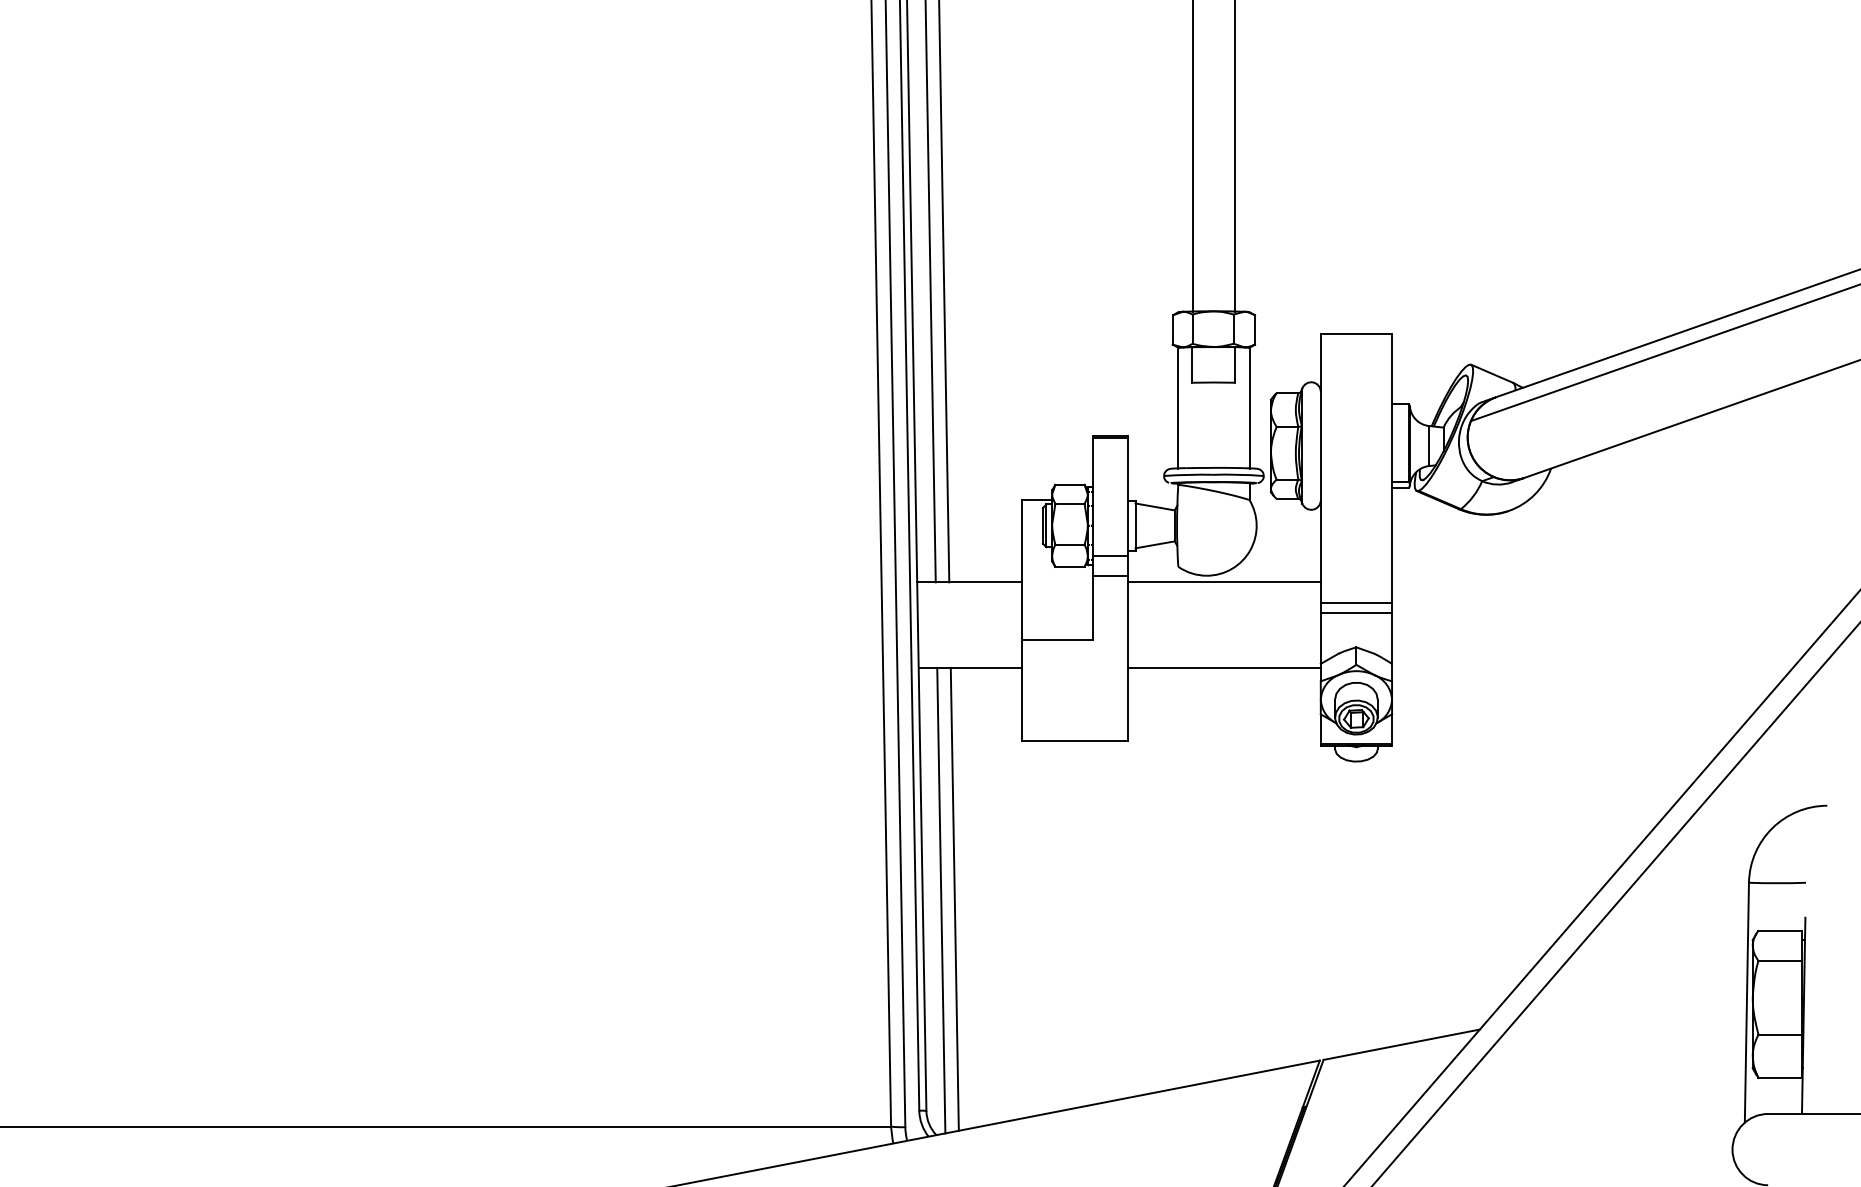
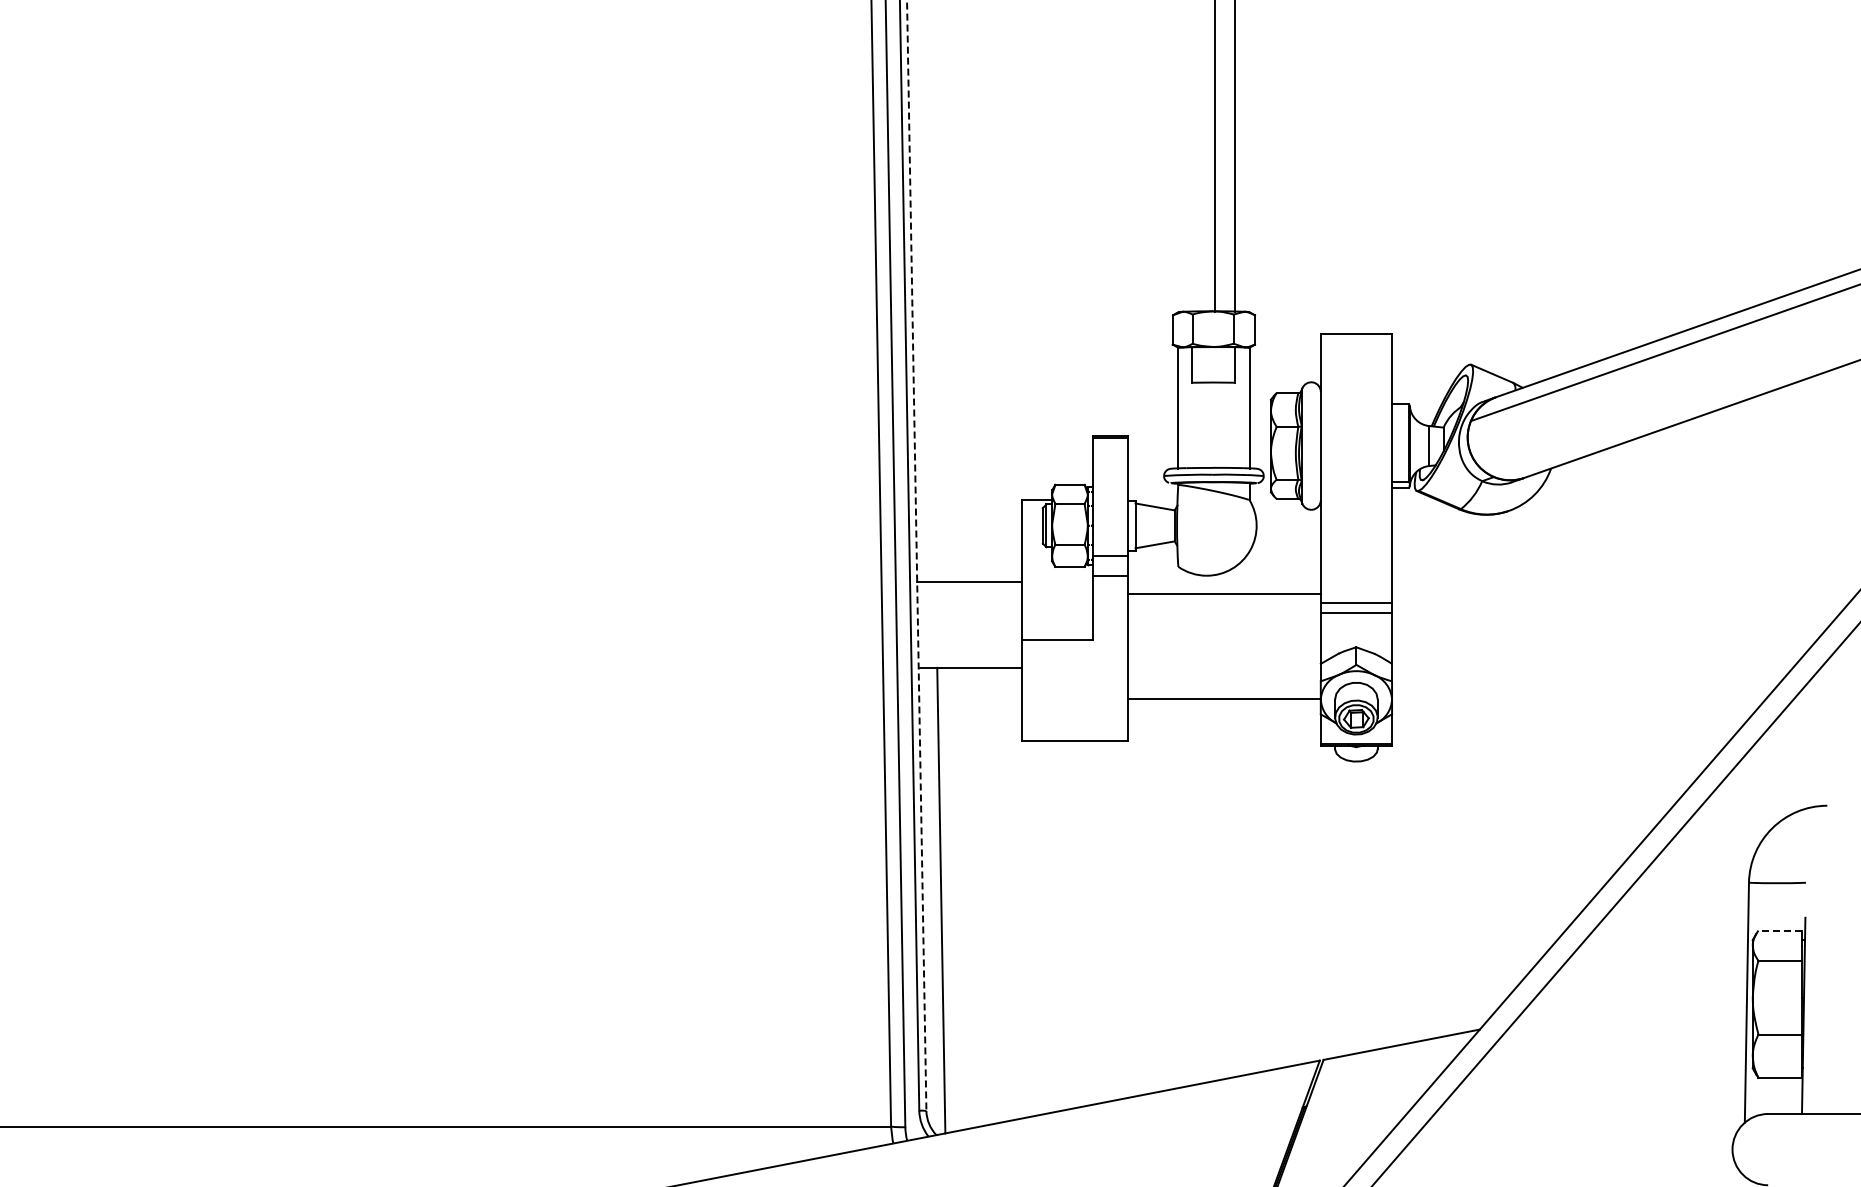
line at (1192, 156) position: (1192, 156) -> (1214, 156)
line at (930, 292): present -> none
line at (944, 292): present -> none
line at (916, 556): solid -> dashed
line at (1224, 582) position: (1224, 582) -> (1224, 594)
line at (1224, 667) position: (1224, 667) -> (1224, 698)
line at (954, 898): present -> none
line at (1780, 930): solid -> dashed
